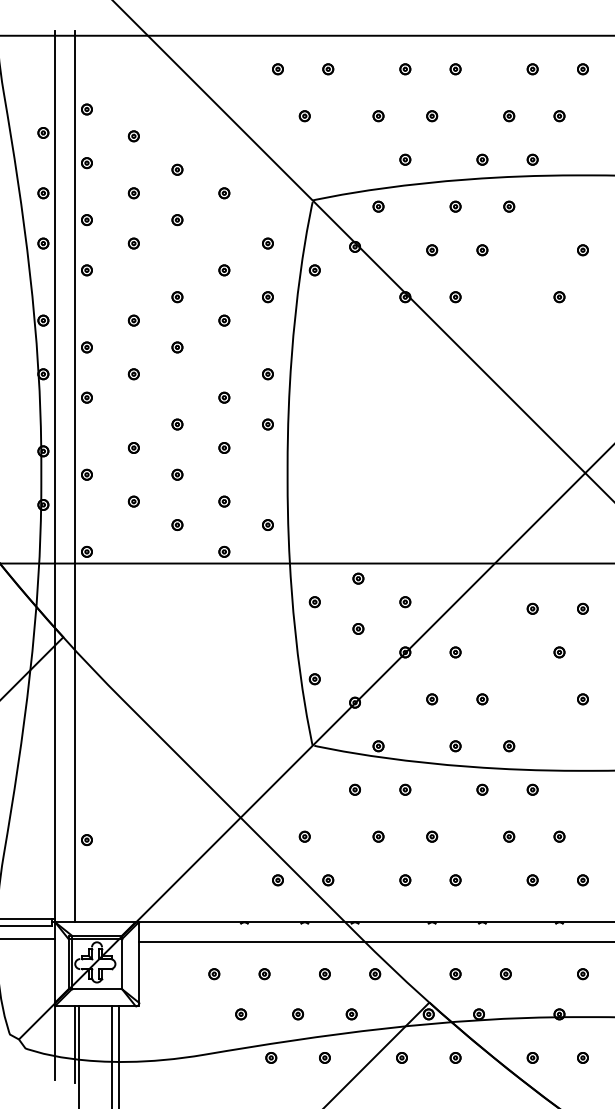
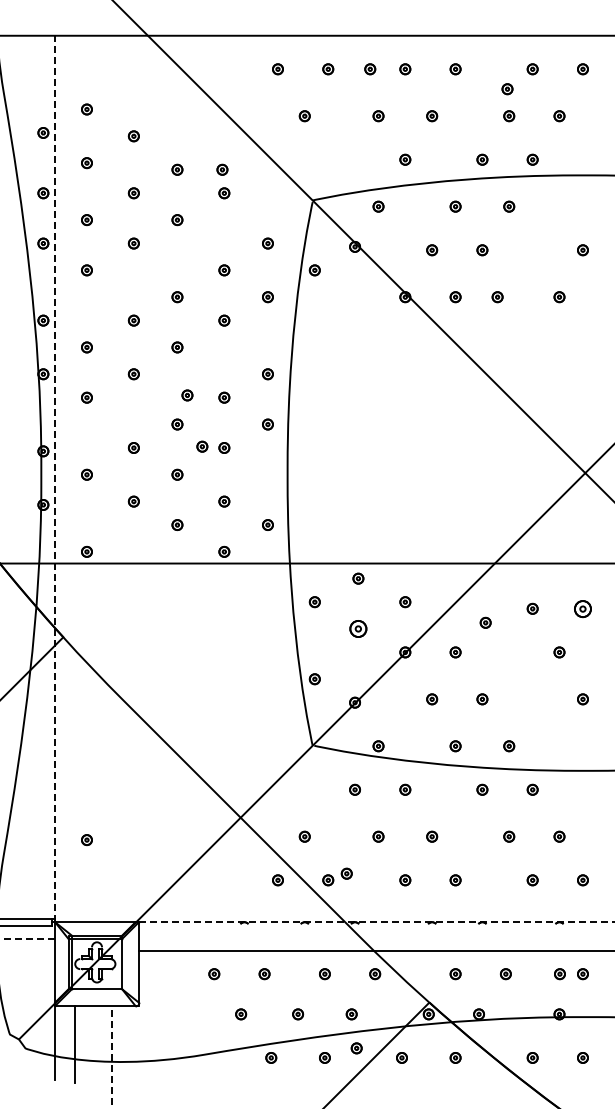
part at (370, 69): none -> present
part at (507, 89): none -> present
part at (222, 169): none -> present
part at (497, 297): none -> present
part at (187, 395): none -> present
part at (202, 446): none -> present
line at (55, 476): solid -> dashed
line at (75, 476): present -> none
part at (582, 608) size: 12x13 px -> 18x19 px
part at (485, 622): none -> present
part at (358, 628) size: 13x12 px -> 19x18 px
part at (346, 873): none -> present
line at (376, 922): solid -> dashed
line at (27, 938): solid -> dashed
line at (374, 942) position: (374, 942) -> (374, 951)
part at (559, 974): none -> present
part at (356, 1048): none -> present
line at (78, 1055): present -> none
line at (118, 1055): present -> none
line at (112, 1056): solid -> dashed
